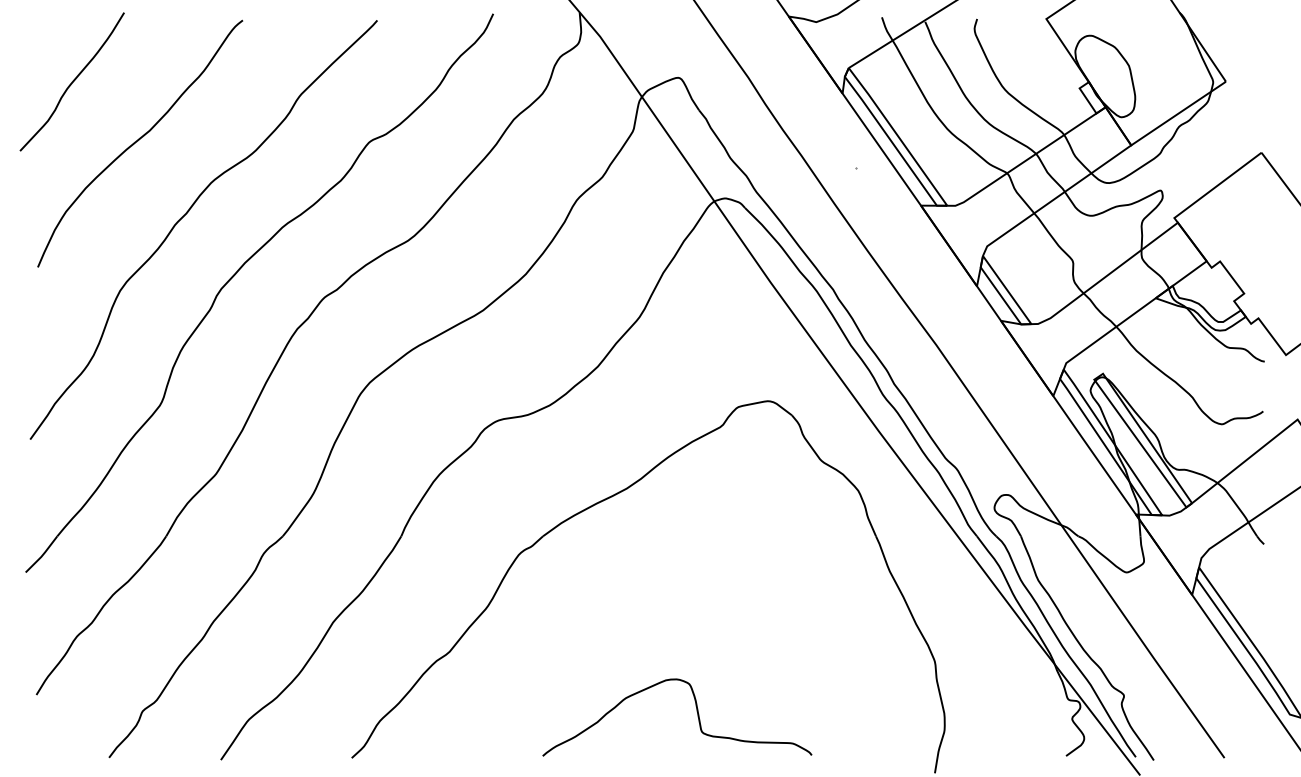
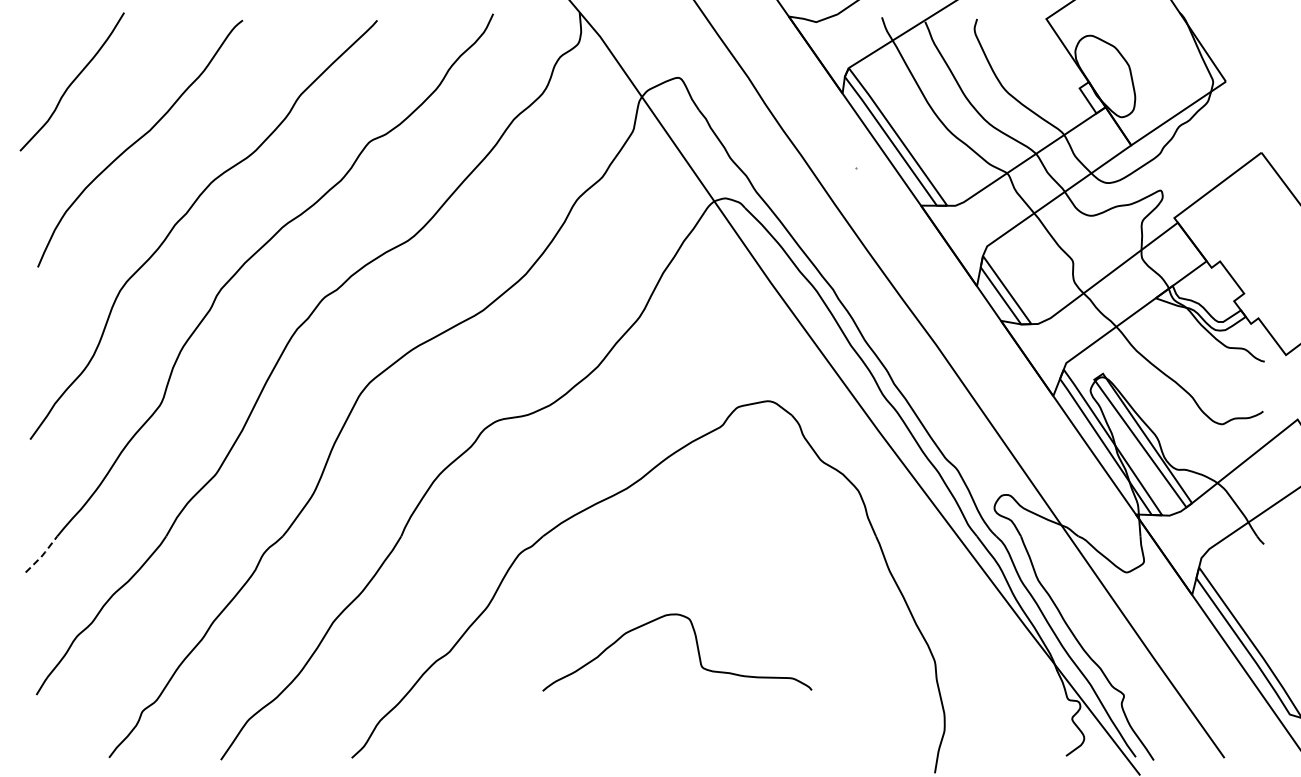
line at (42, 554): solid -> dashed
curve at (696, 711) position: (696, 711) -> (696, 646)
